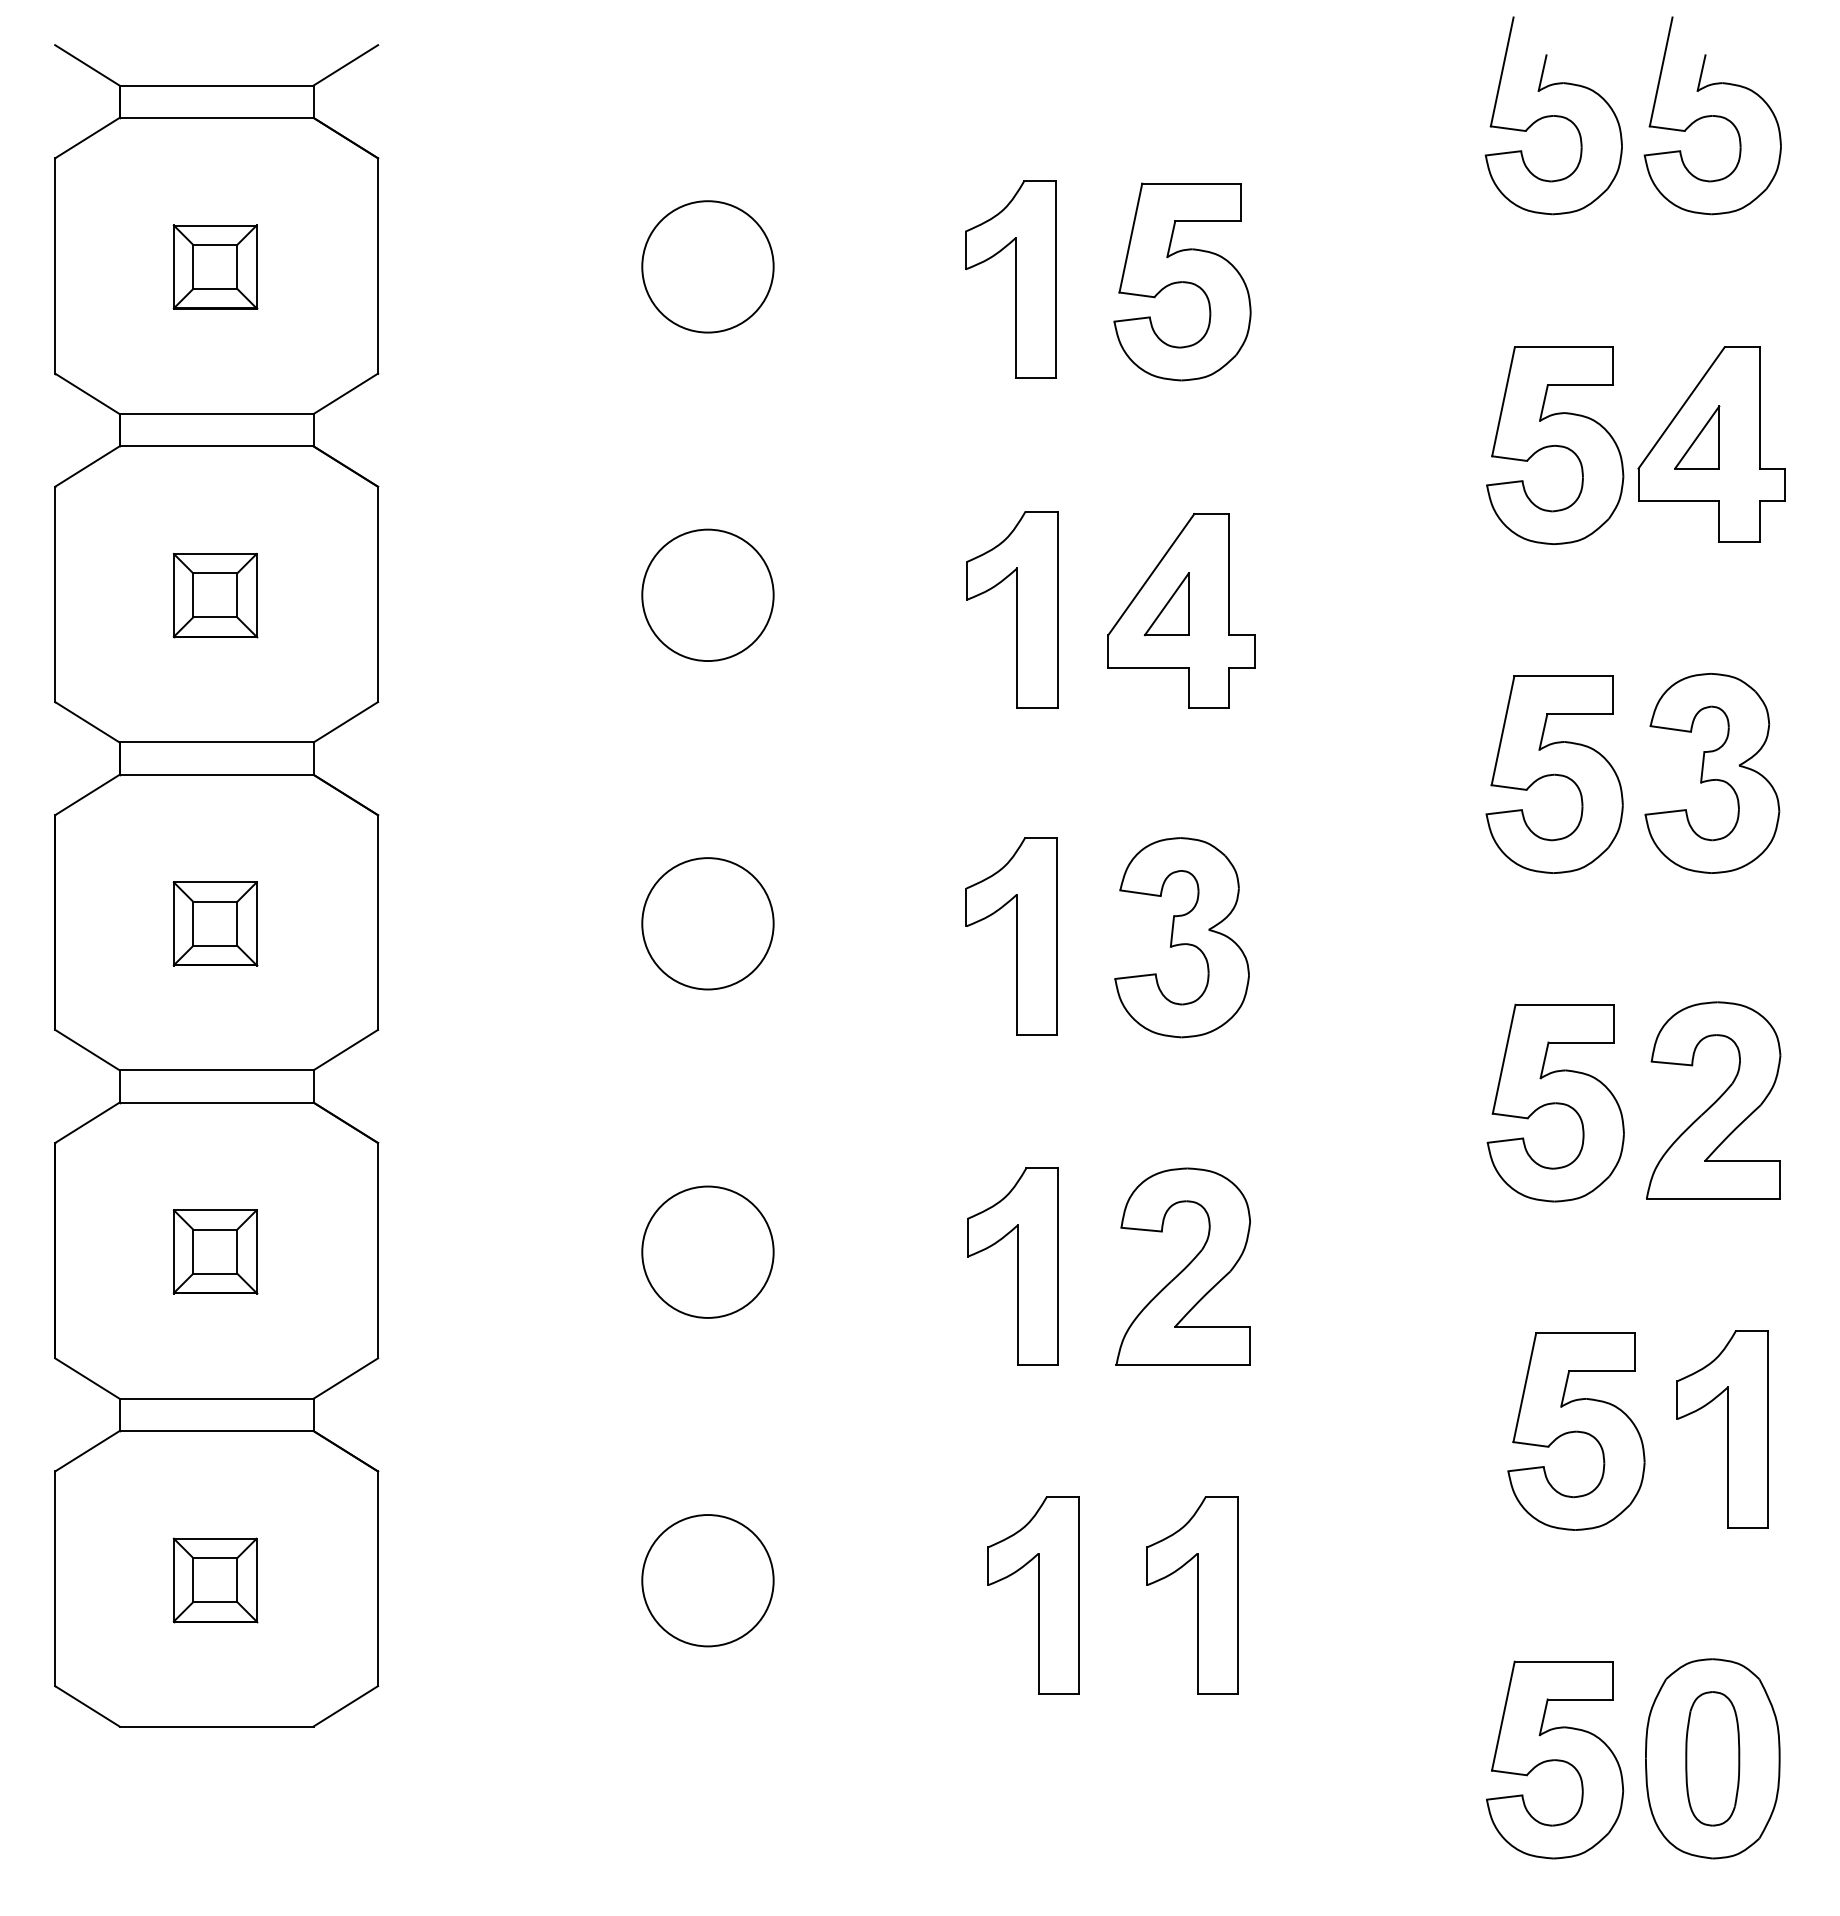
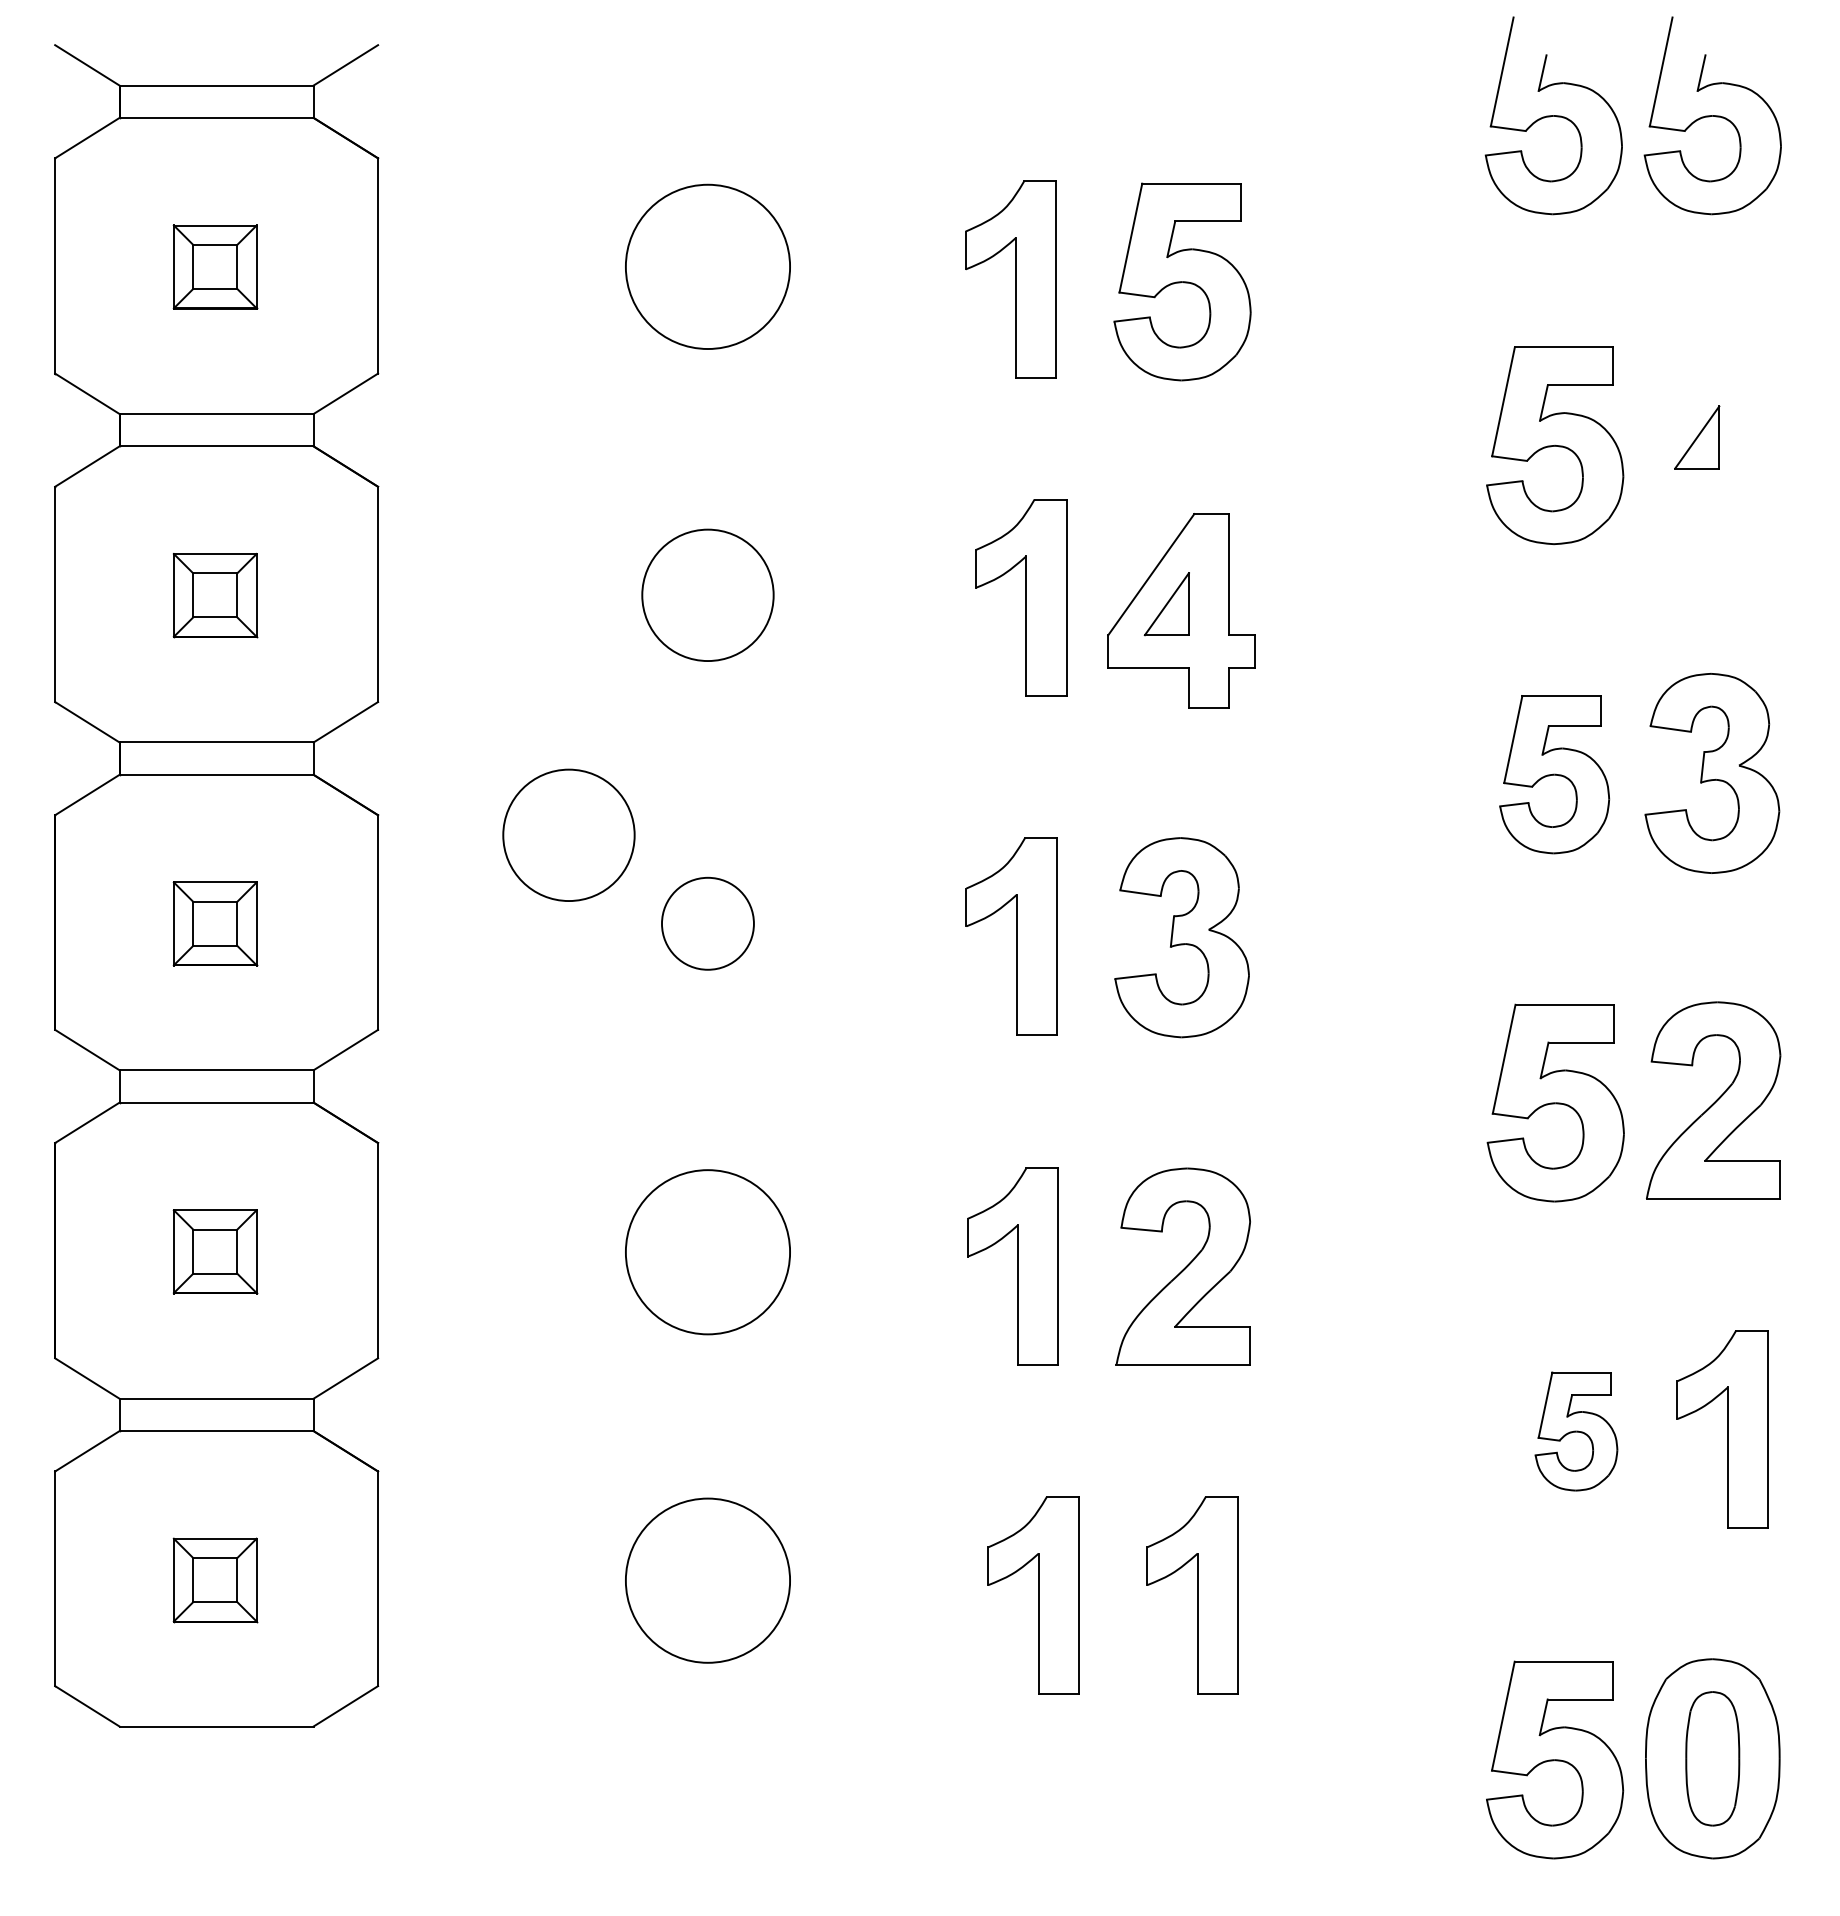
circle at (707, 266) diameter: 131 px -> 164 px
part at (1711, 444): present -> none
part at (1012, 609) position: (1012, 609) -> (1021, 597)
part at (1554, 774) size: 139x199 px -> 112x160 px
circle at (568, 834): none -> present
circle at (707, 923) diameter: 131 px -> 92 px
circle at (707, 1251) diameter: 131 px -> 164 px
part at (1576, 1431) size: 139x199 px -> 85x121 px
circle at (707, 1580) diameter: 131 px -> 164 px
